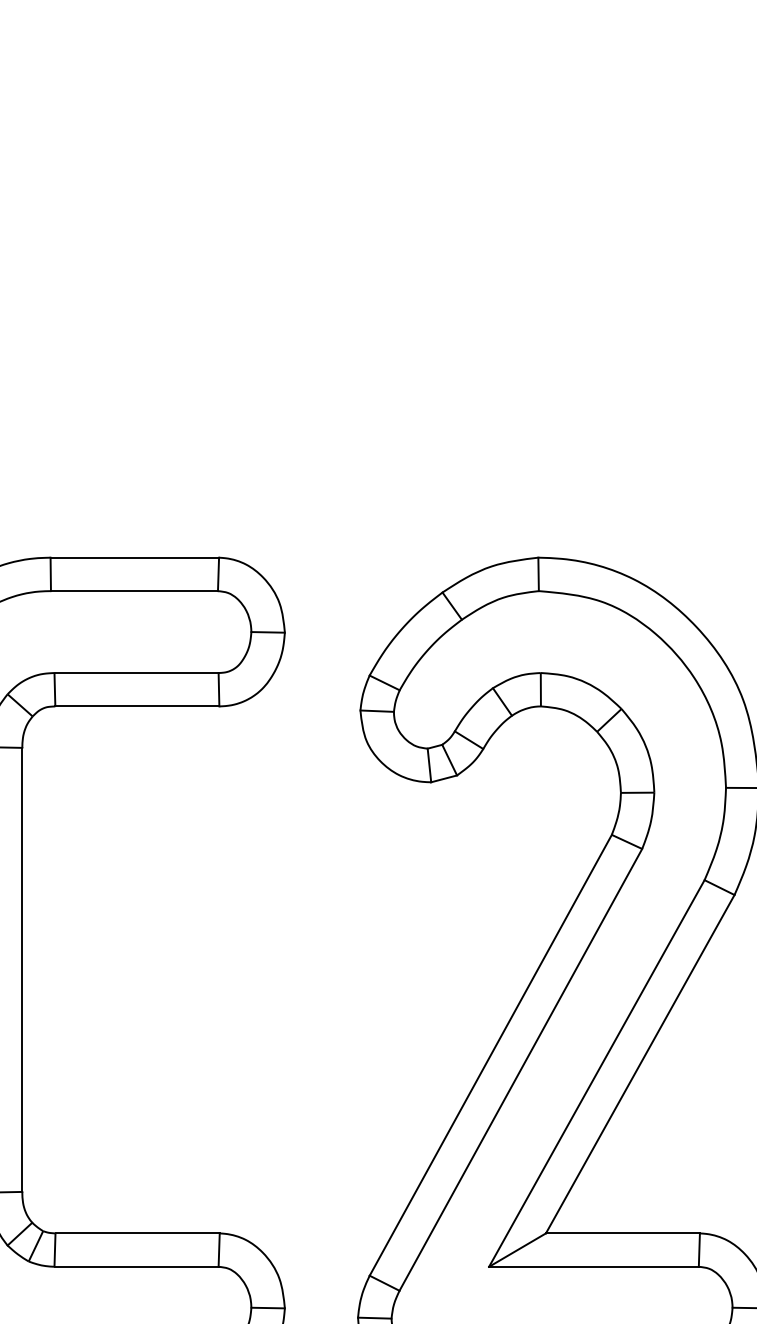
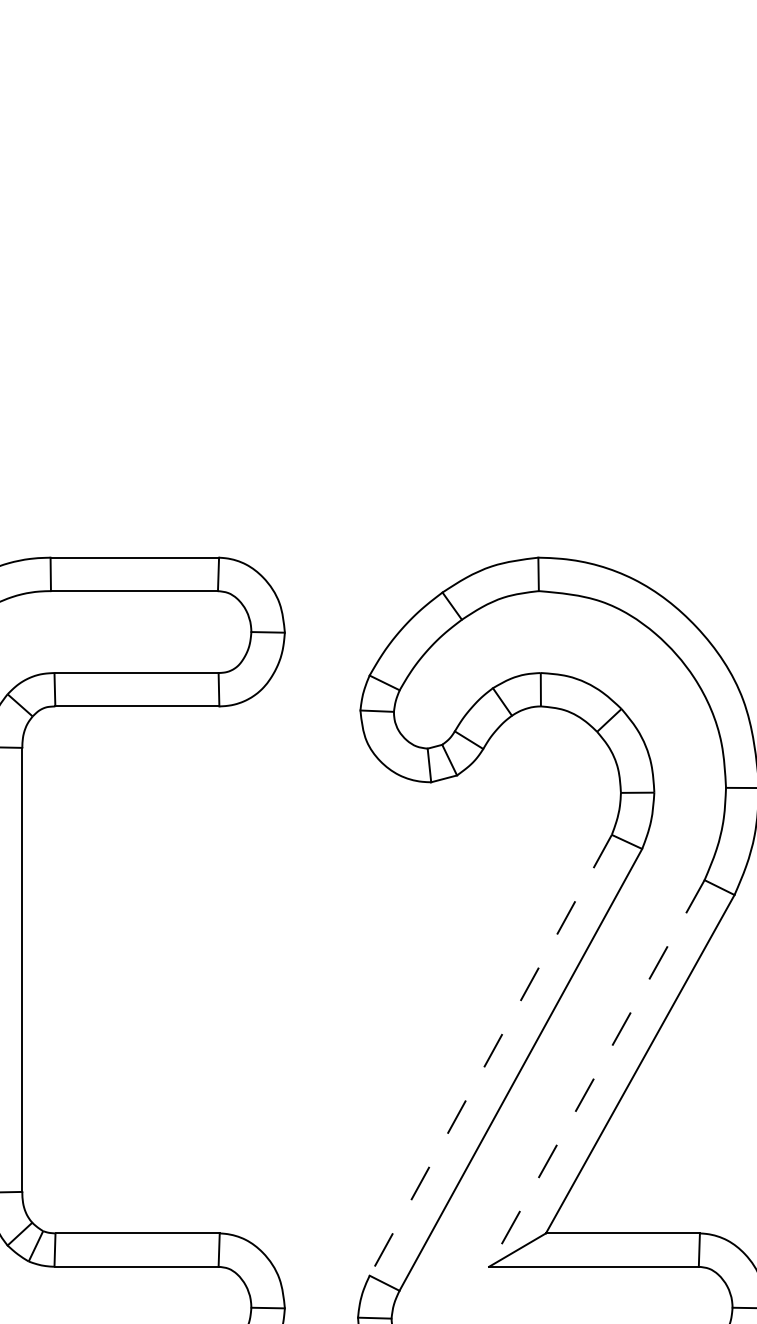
line at (490, 1055): solid -> dashed
line at (596, 1073): solid -> dashed
